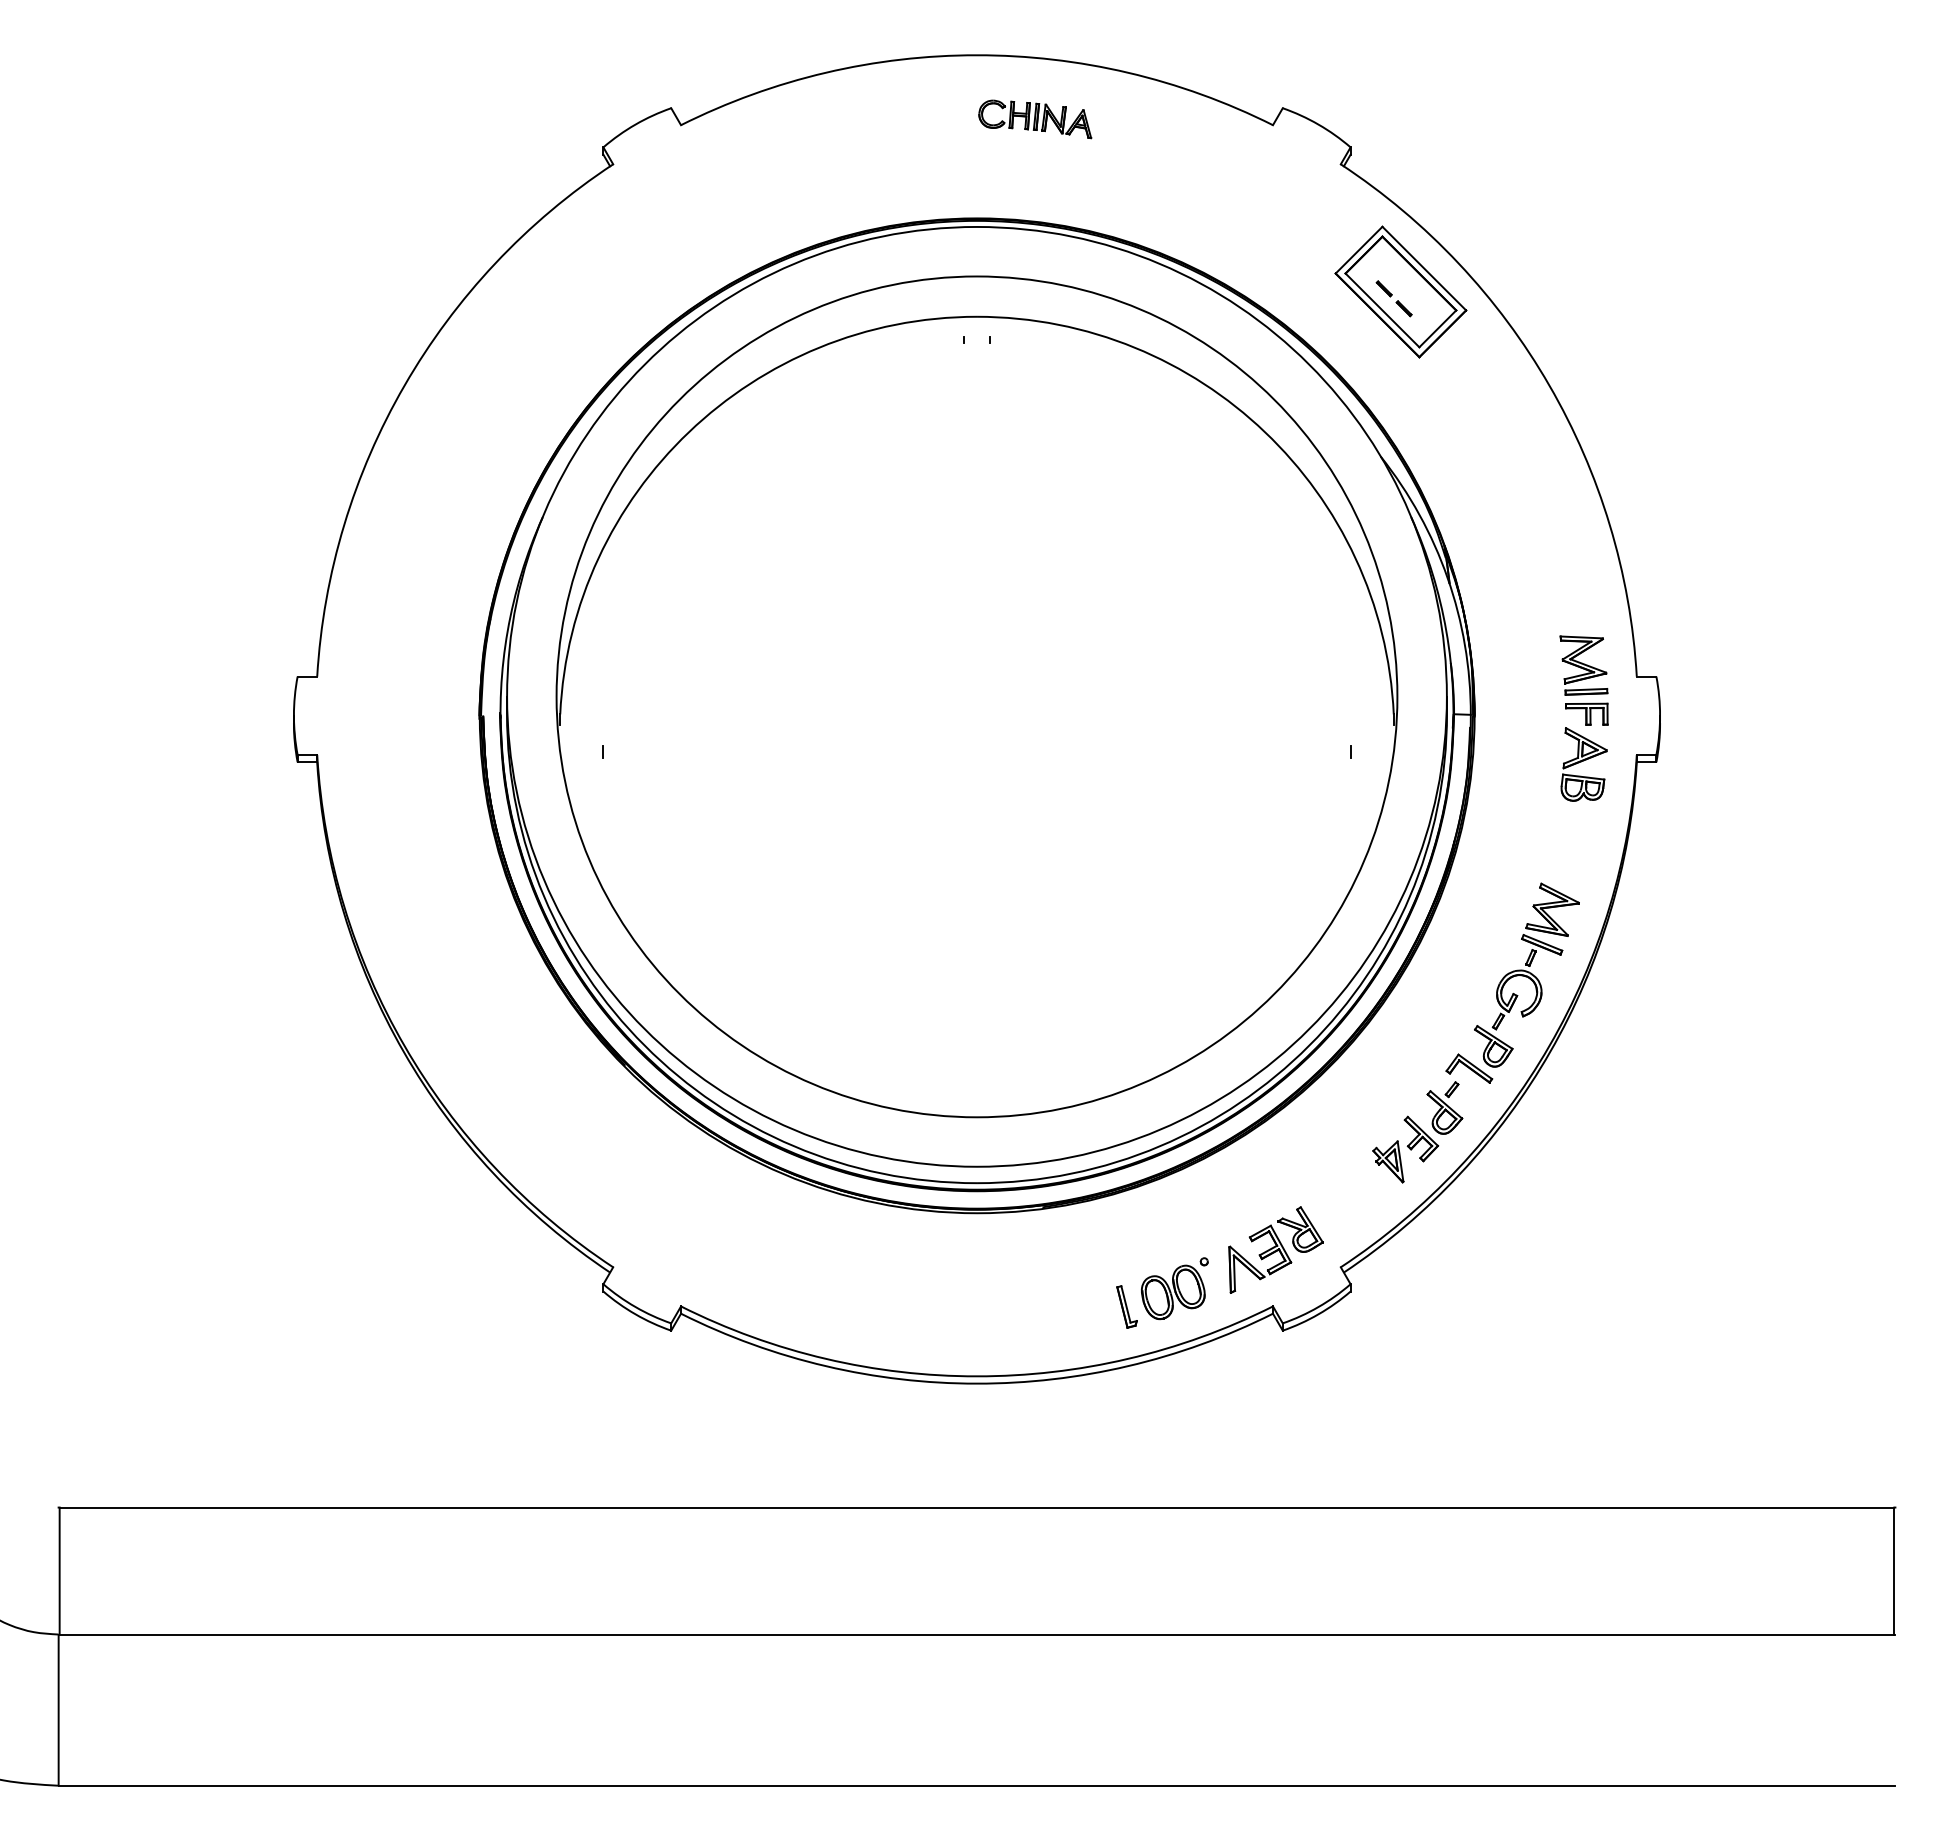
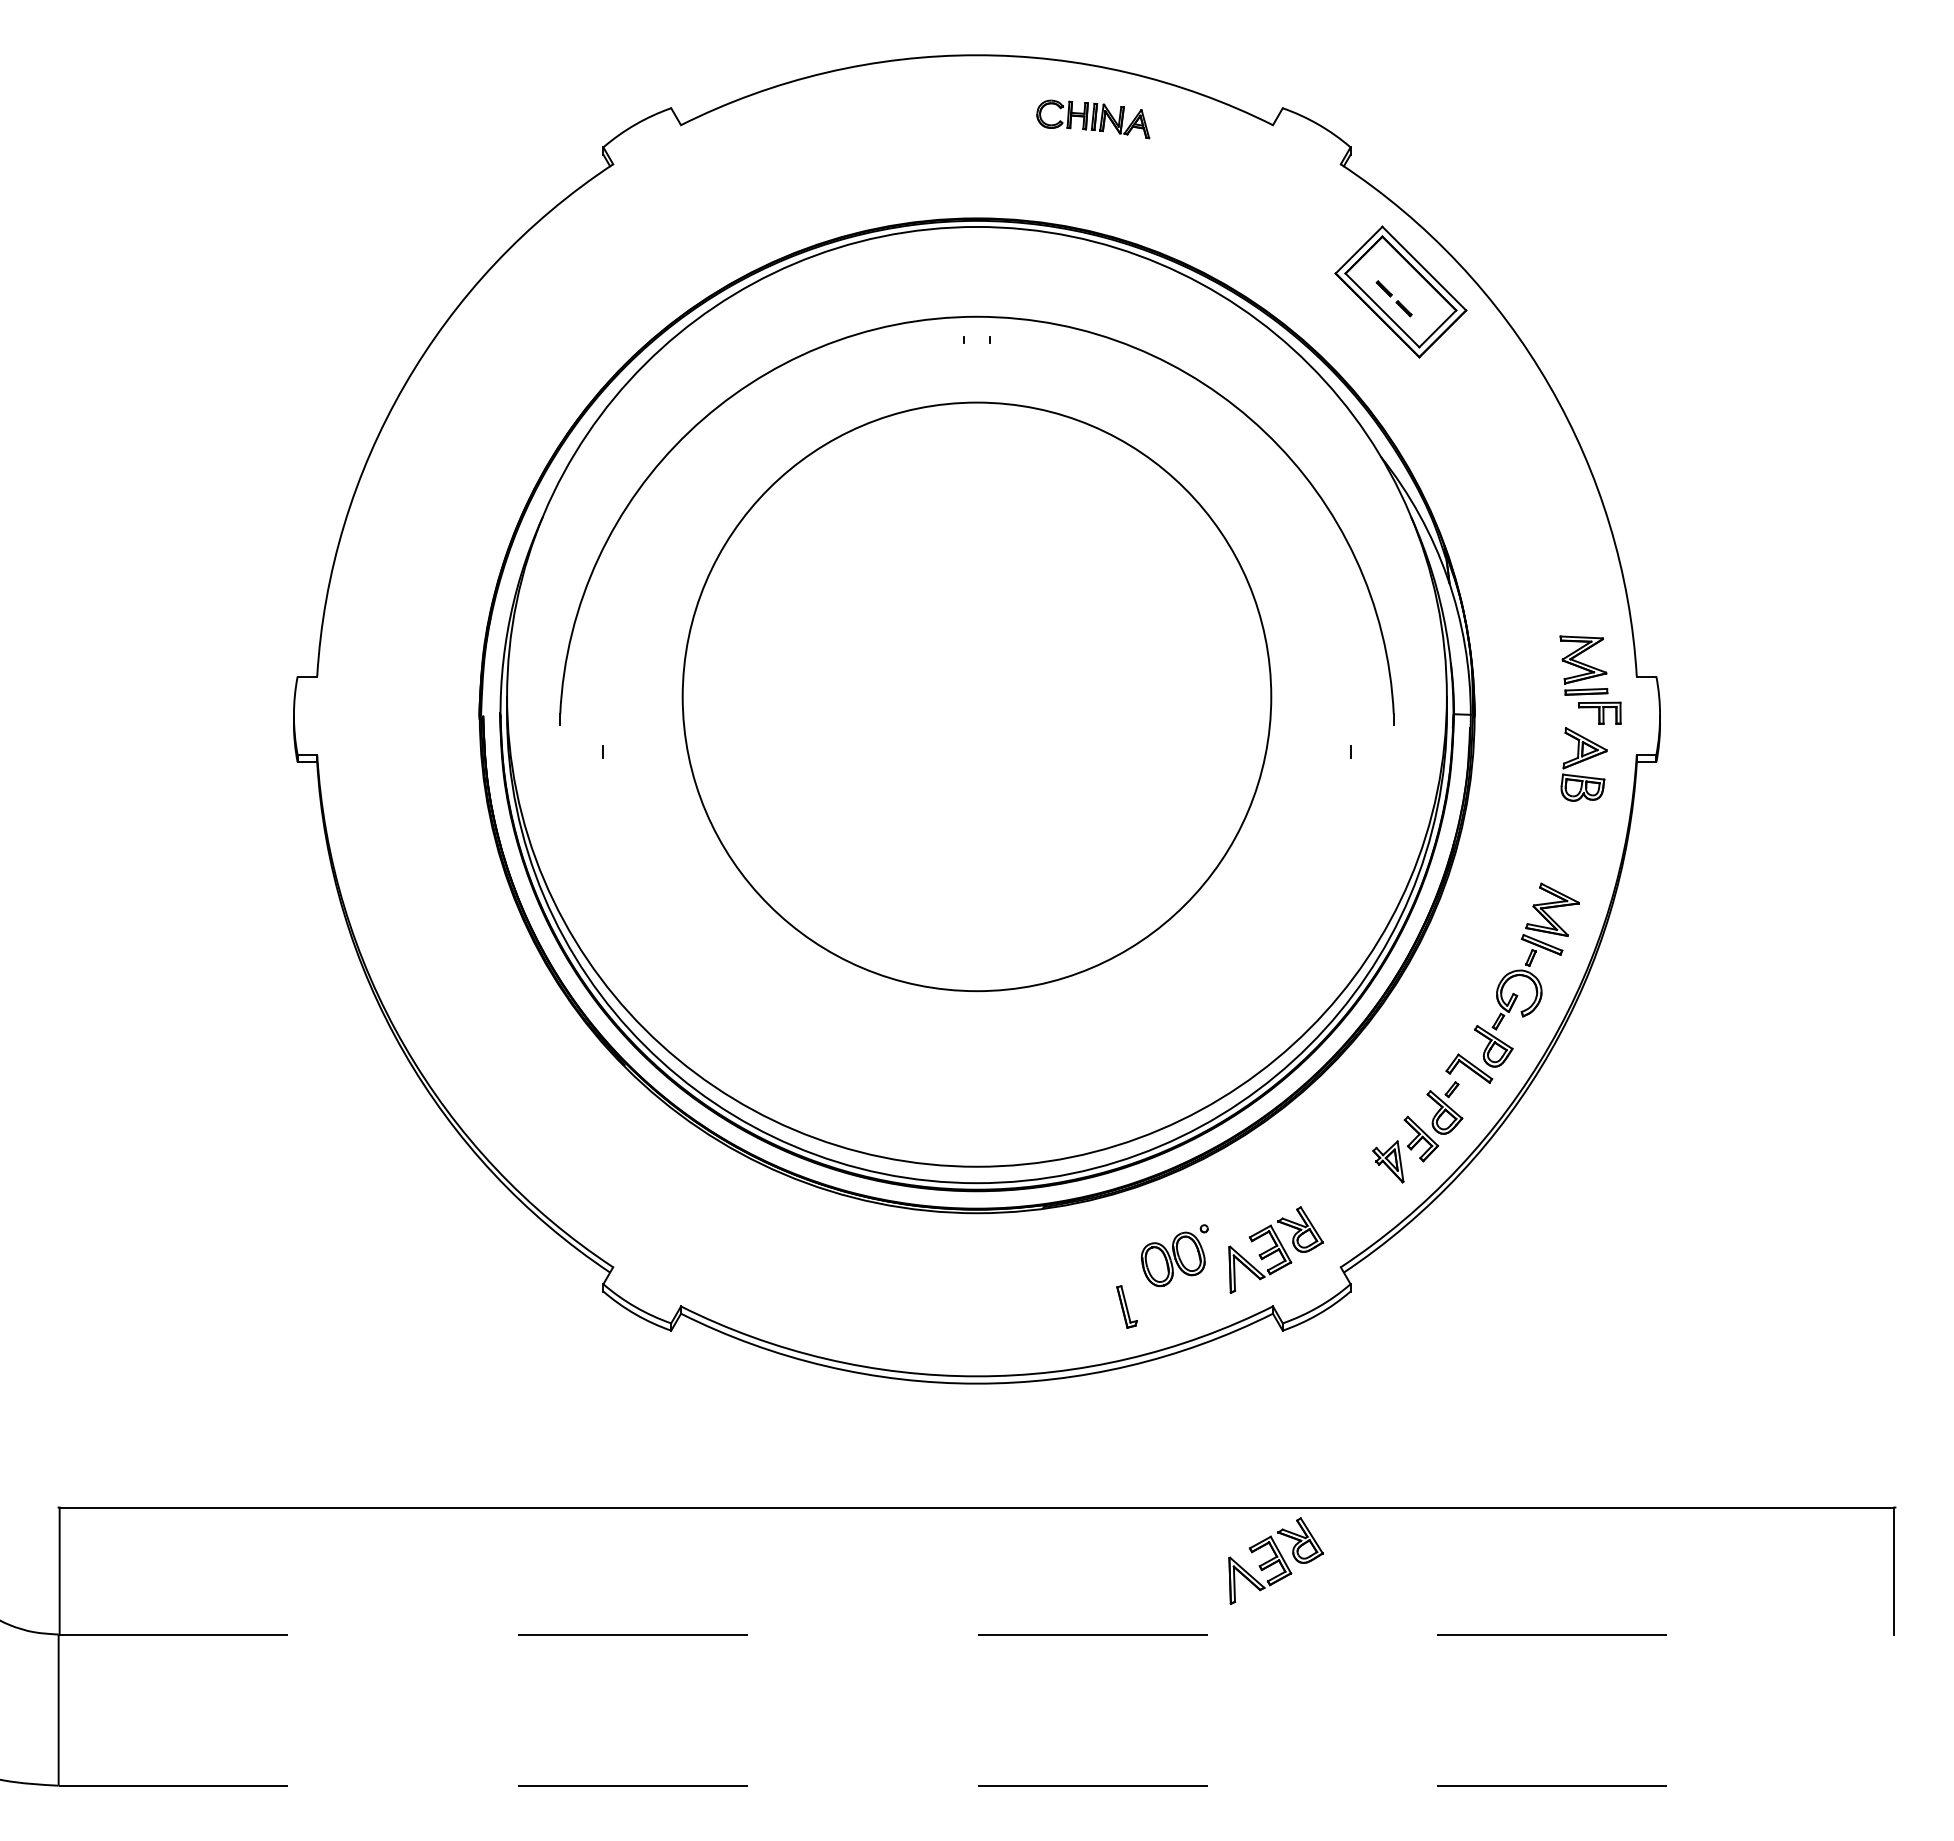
part at (1035, 119) position: (1035, 119) -> (1093, 119)
circle at (976, 696) diameter: 841 px -> 589 px
part at (1586, 713) position: (1586, 713) -> (1599, 712)
part at (1174, 1288) position: (1174, 1288) -> (1174, 1255)
part at (1275, 1560): none -> present
line at (977, 1634): solid -> dashed
line at (977, 1785): solid -> dashed
